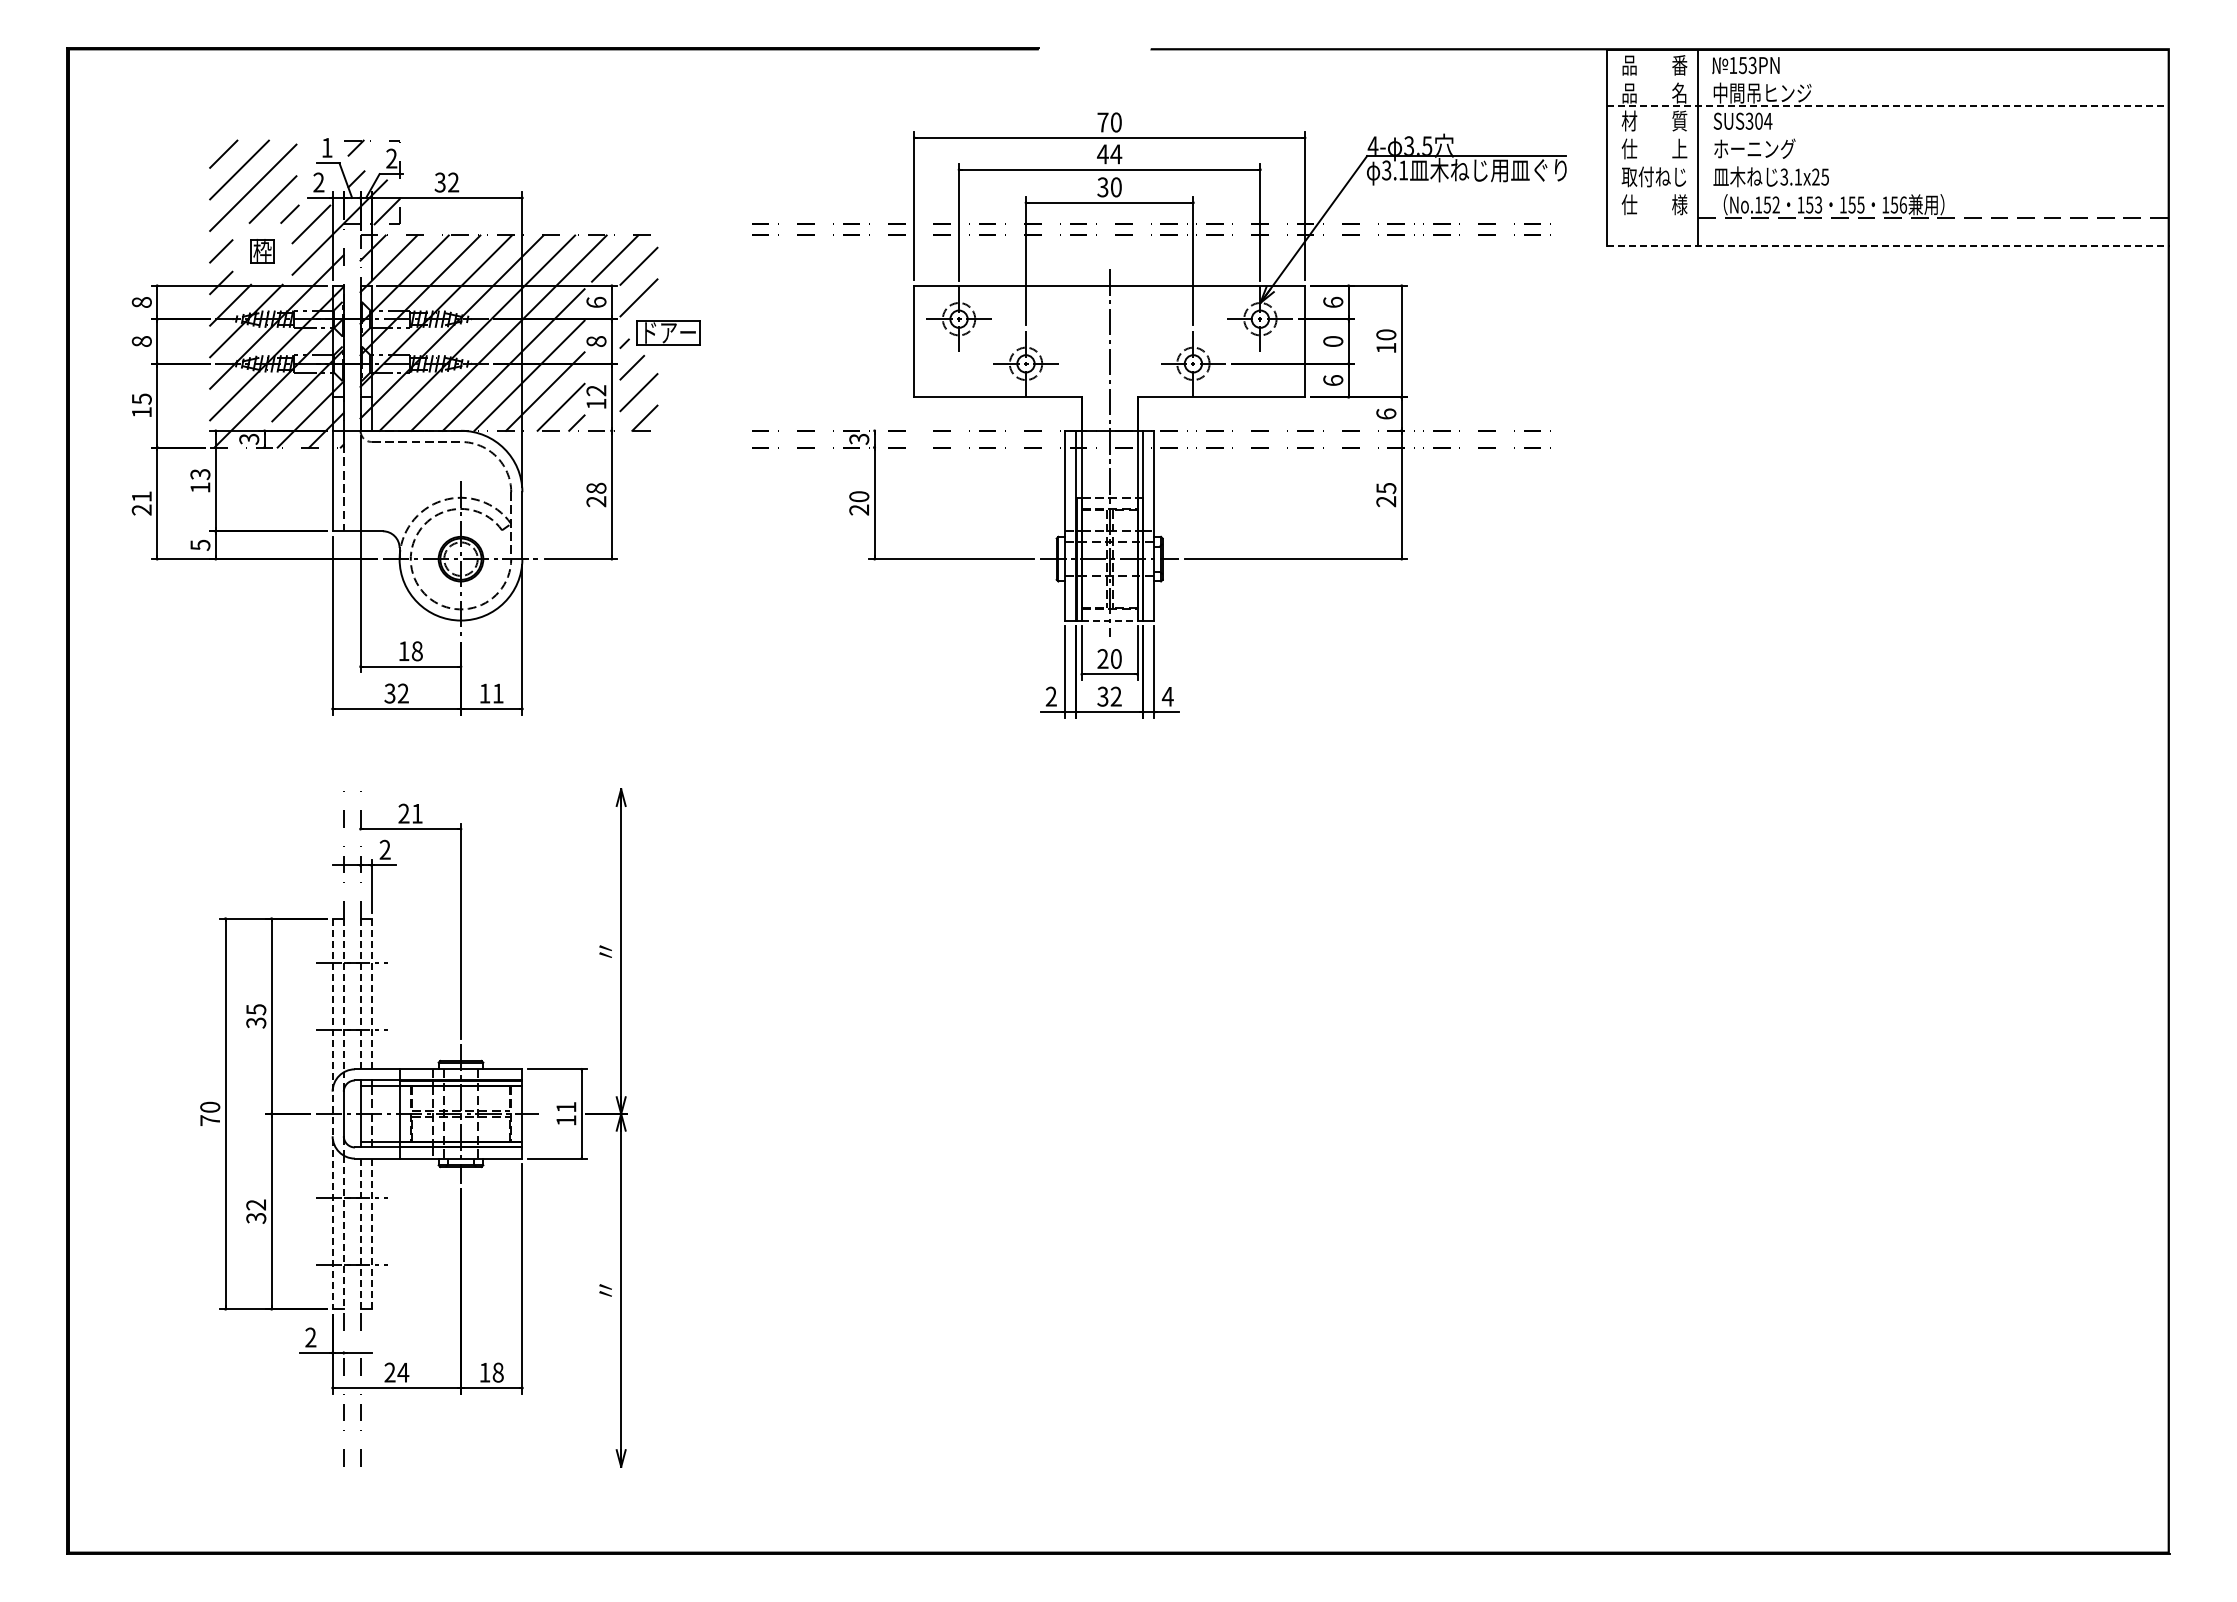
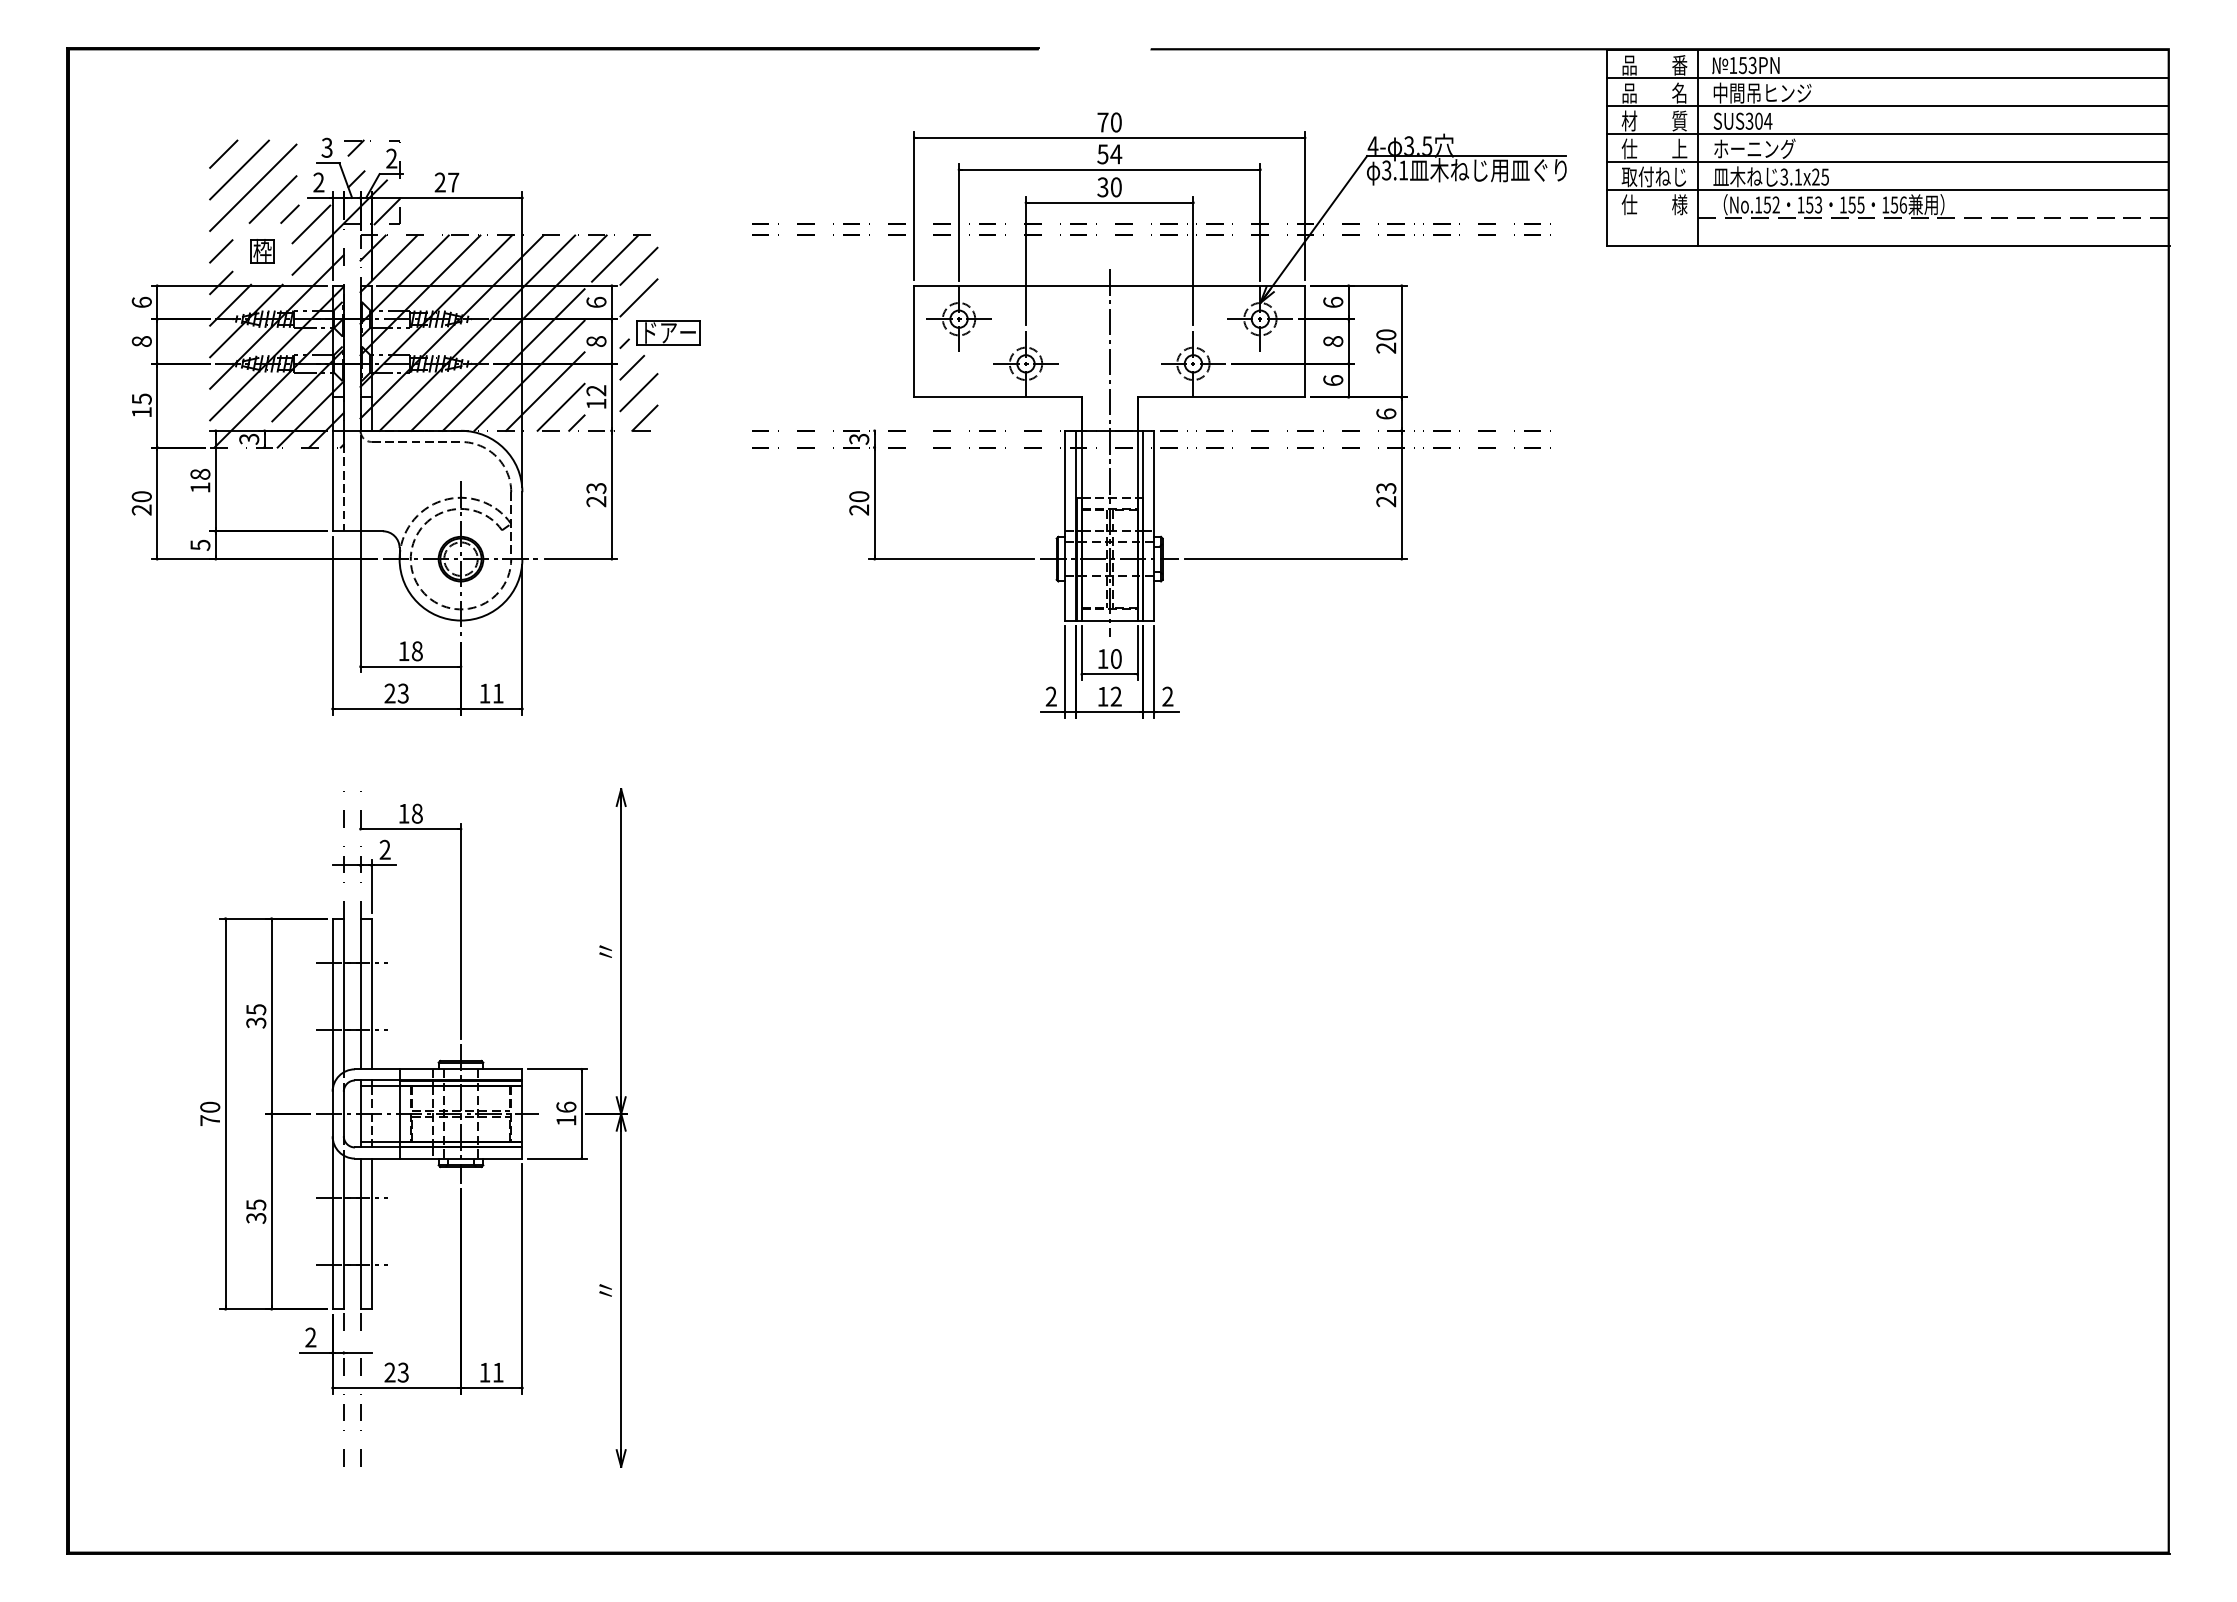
line at (1886, 78): none -> present
line at (1887, 106): dashed -> solid
line at (1886, 134): none -> present
text at (326, 147): 1 -> 3
text at (1102, 154): 44 -> 54
line at (1886, 162): none -> present
text at (446, 182): 32 -> 27
line at (1886, 189): none -> present
line at (1888, 245): dashed -> solid
text at (141, 301): 8 -> 6
text at (1332, 341): 0 -> 8
text at (1386, 347): 10 -> 20
text at (200, 474): 13 -> 18
text at (596, 487): 28 -> 23
text at (1385, 488): 25 -> 23
text at (141, 496): 21 -> 20
line at (1109, 620): dashed -> solid
text at (1102, 658): 20 -> 10
text at (396, 693): 32 -> 23
text at (1102, 696): 32 -> 12
text at (1167, 696): 4 -> 2
text at (410, 813): 21 -> 18
line at (360, 994): dashed -> solid
line at (371, 994): dashed -> solid
line at (343, 995): dashed -> solid
text at (566, 1106): 11 -> 16
line at (332, 1114): dashed -> solid
text at (256, 1204): 32 -> 35
line at (343, 1232): dashed -> solid
line at (360, 1234): dashed -> solid
line at (371, 1234): dashed -> solid
text at (403, 1372): 24 -> 23
text at (497, 1372): 18 -> 11
